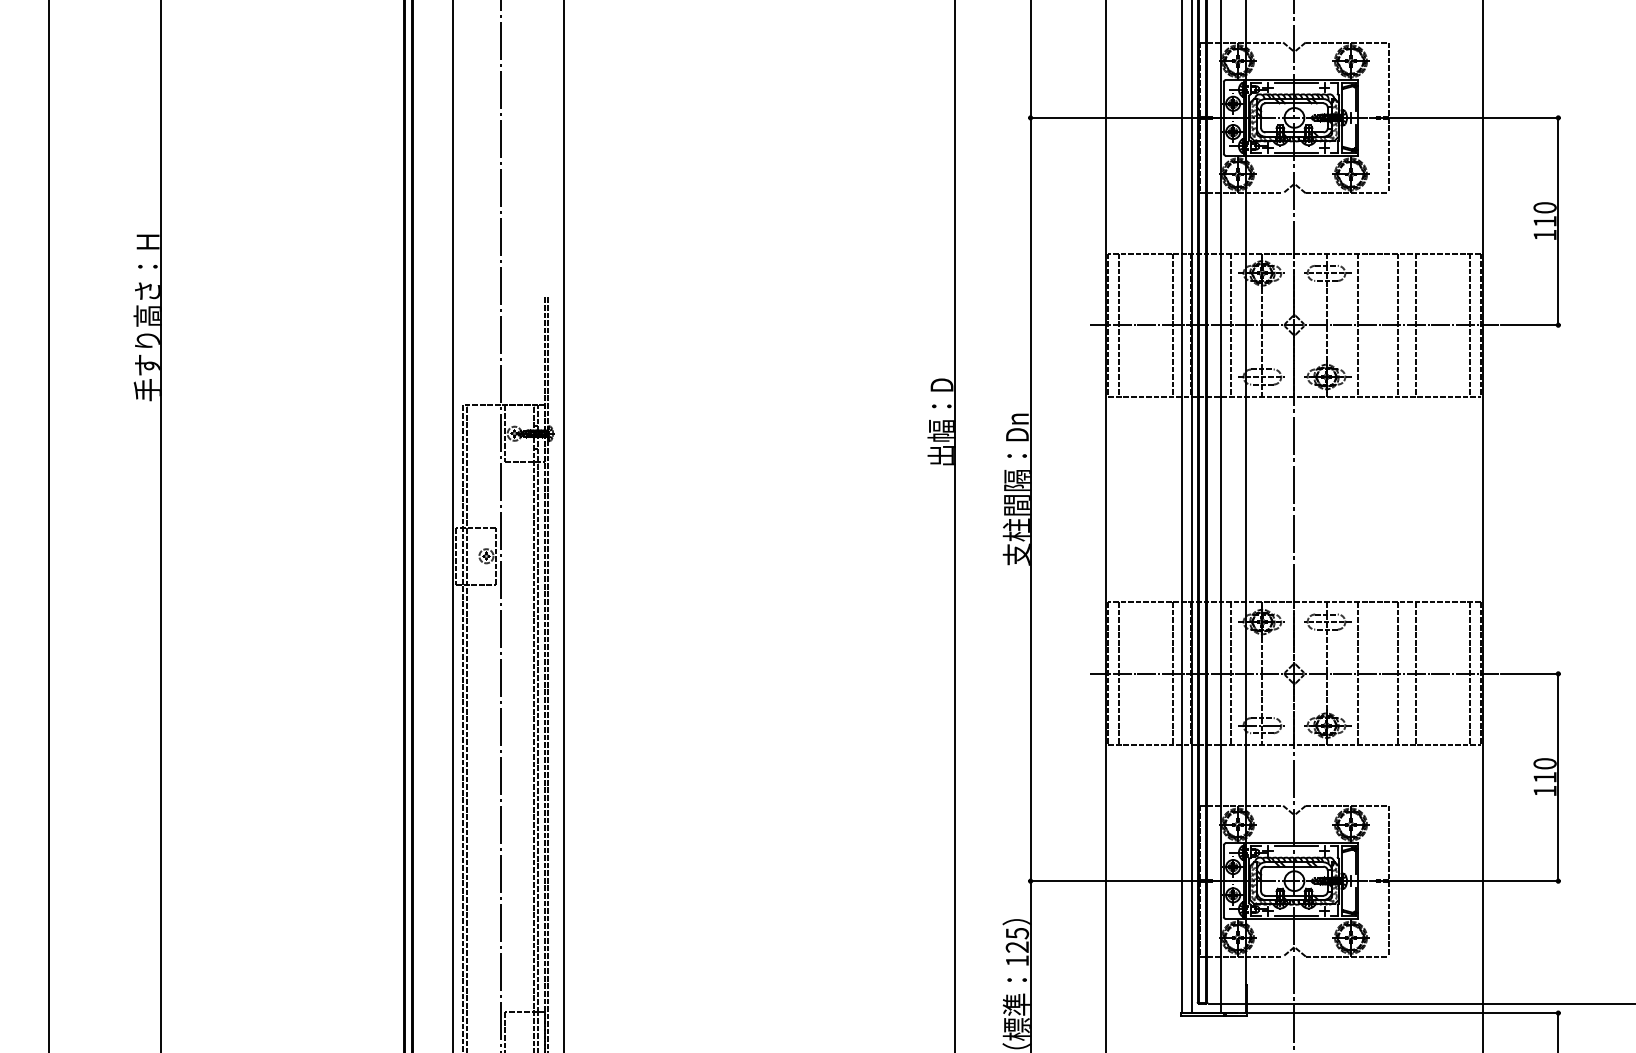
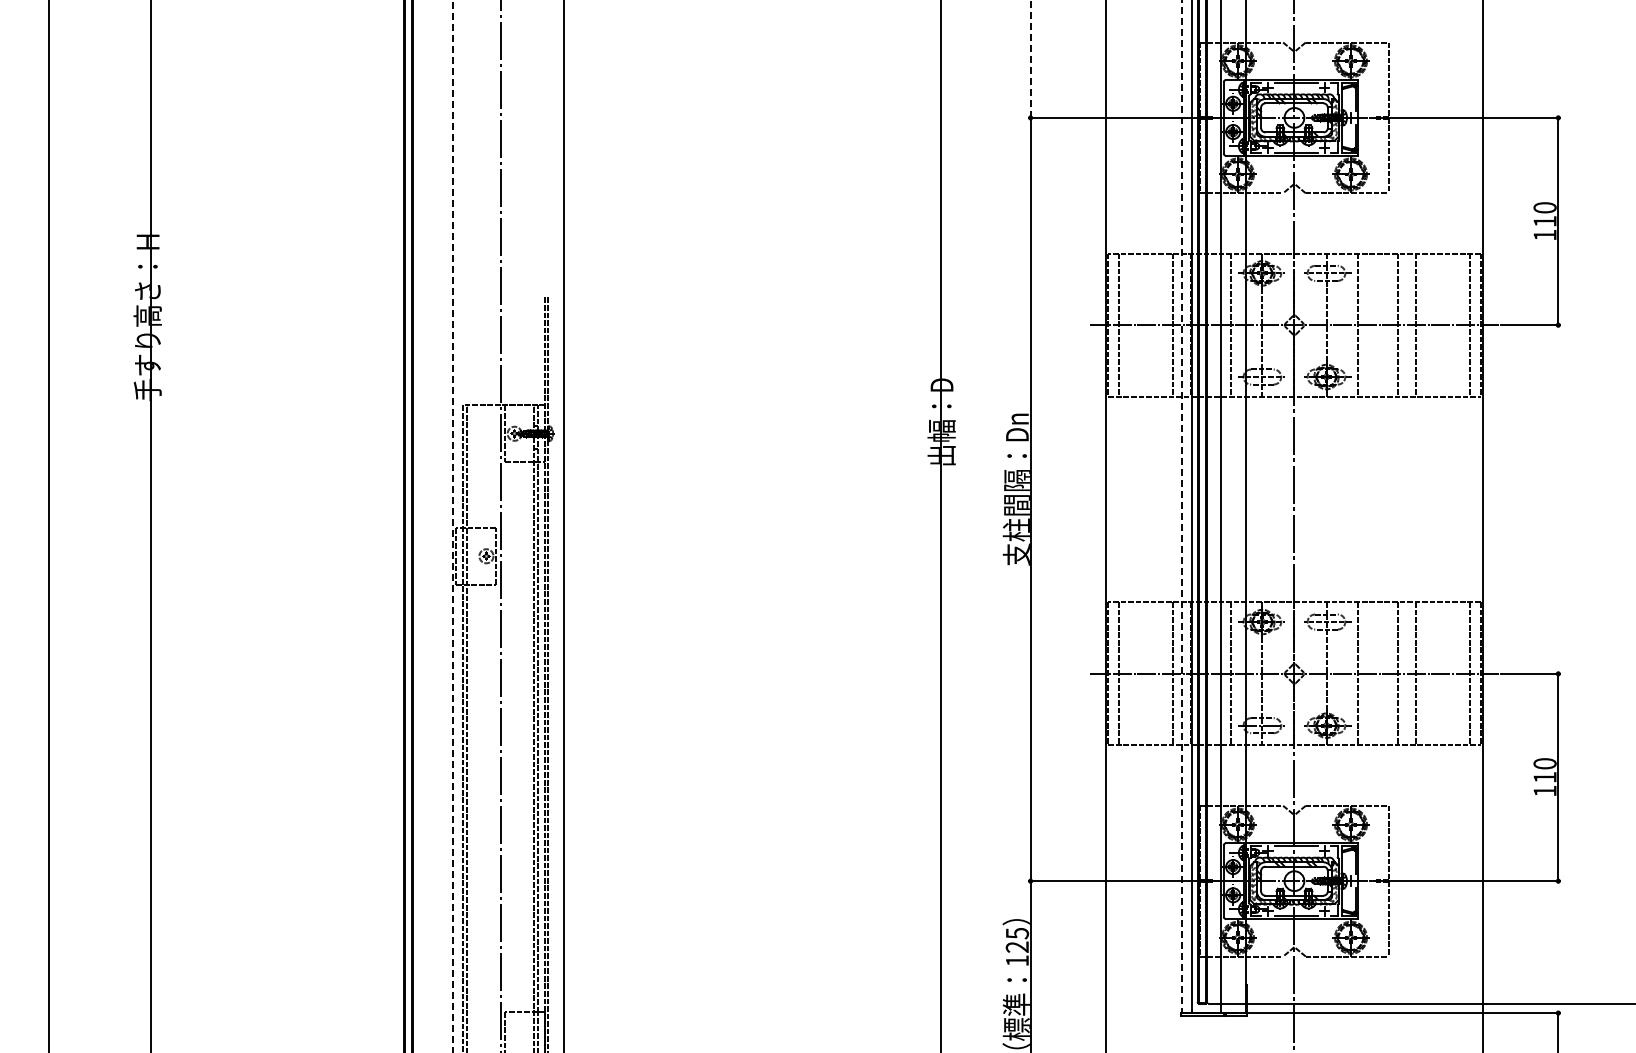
line at (1030, 58): solid -> dashed
line at (1182, 507): solid -> dashed
line at (161, 525) position: (161, 525) -> (151, 525)
line at (955, 525) position: (955, 525) -> (941, 525)
line at (452, 526): solid -> dashed
